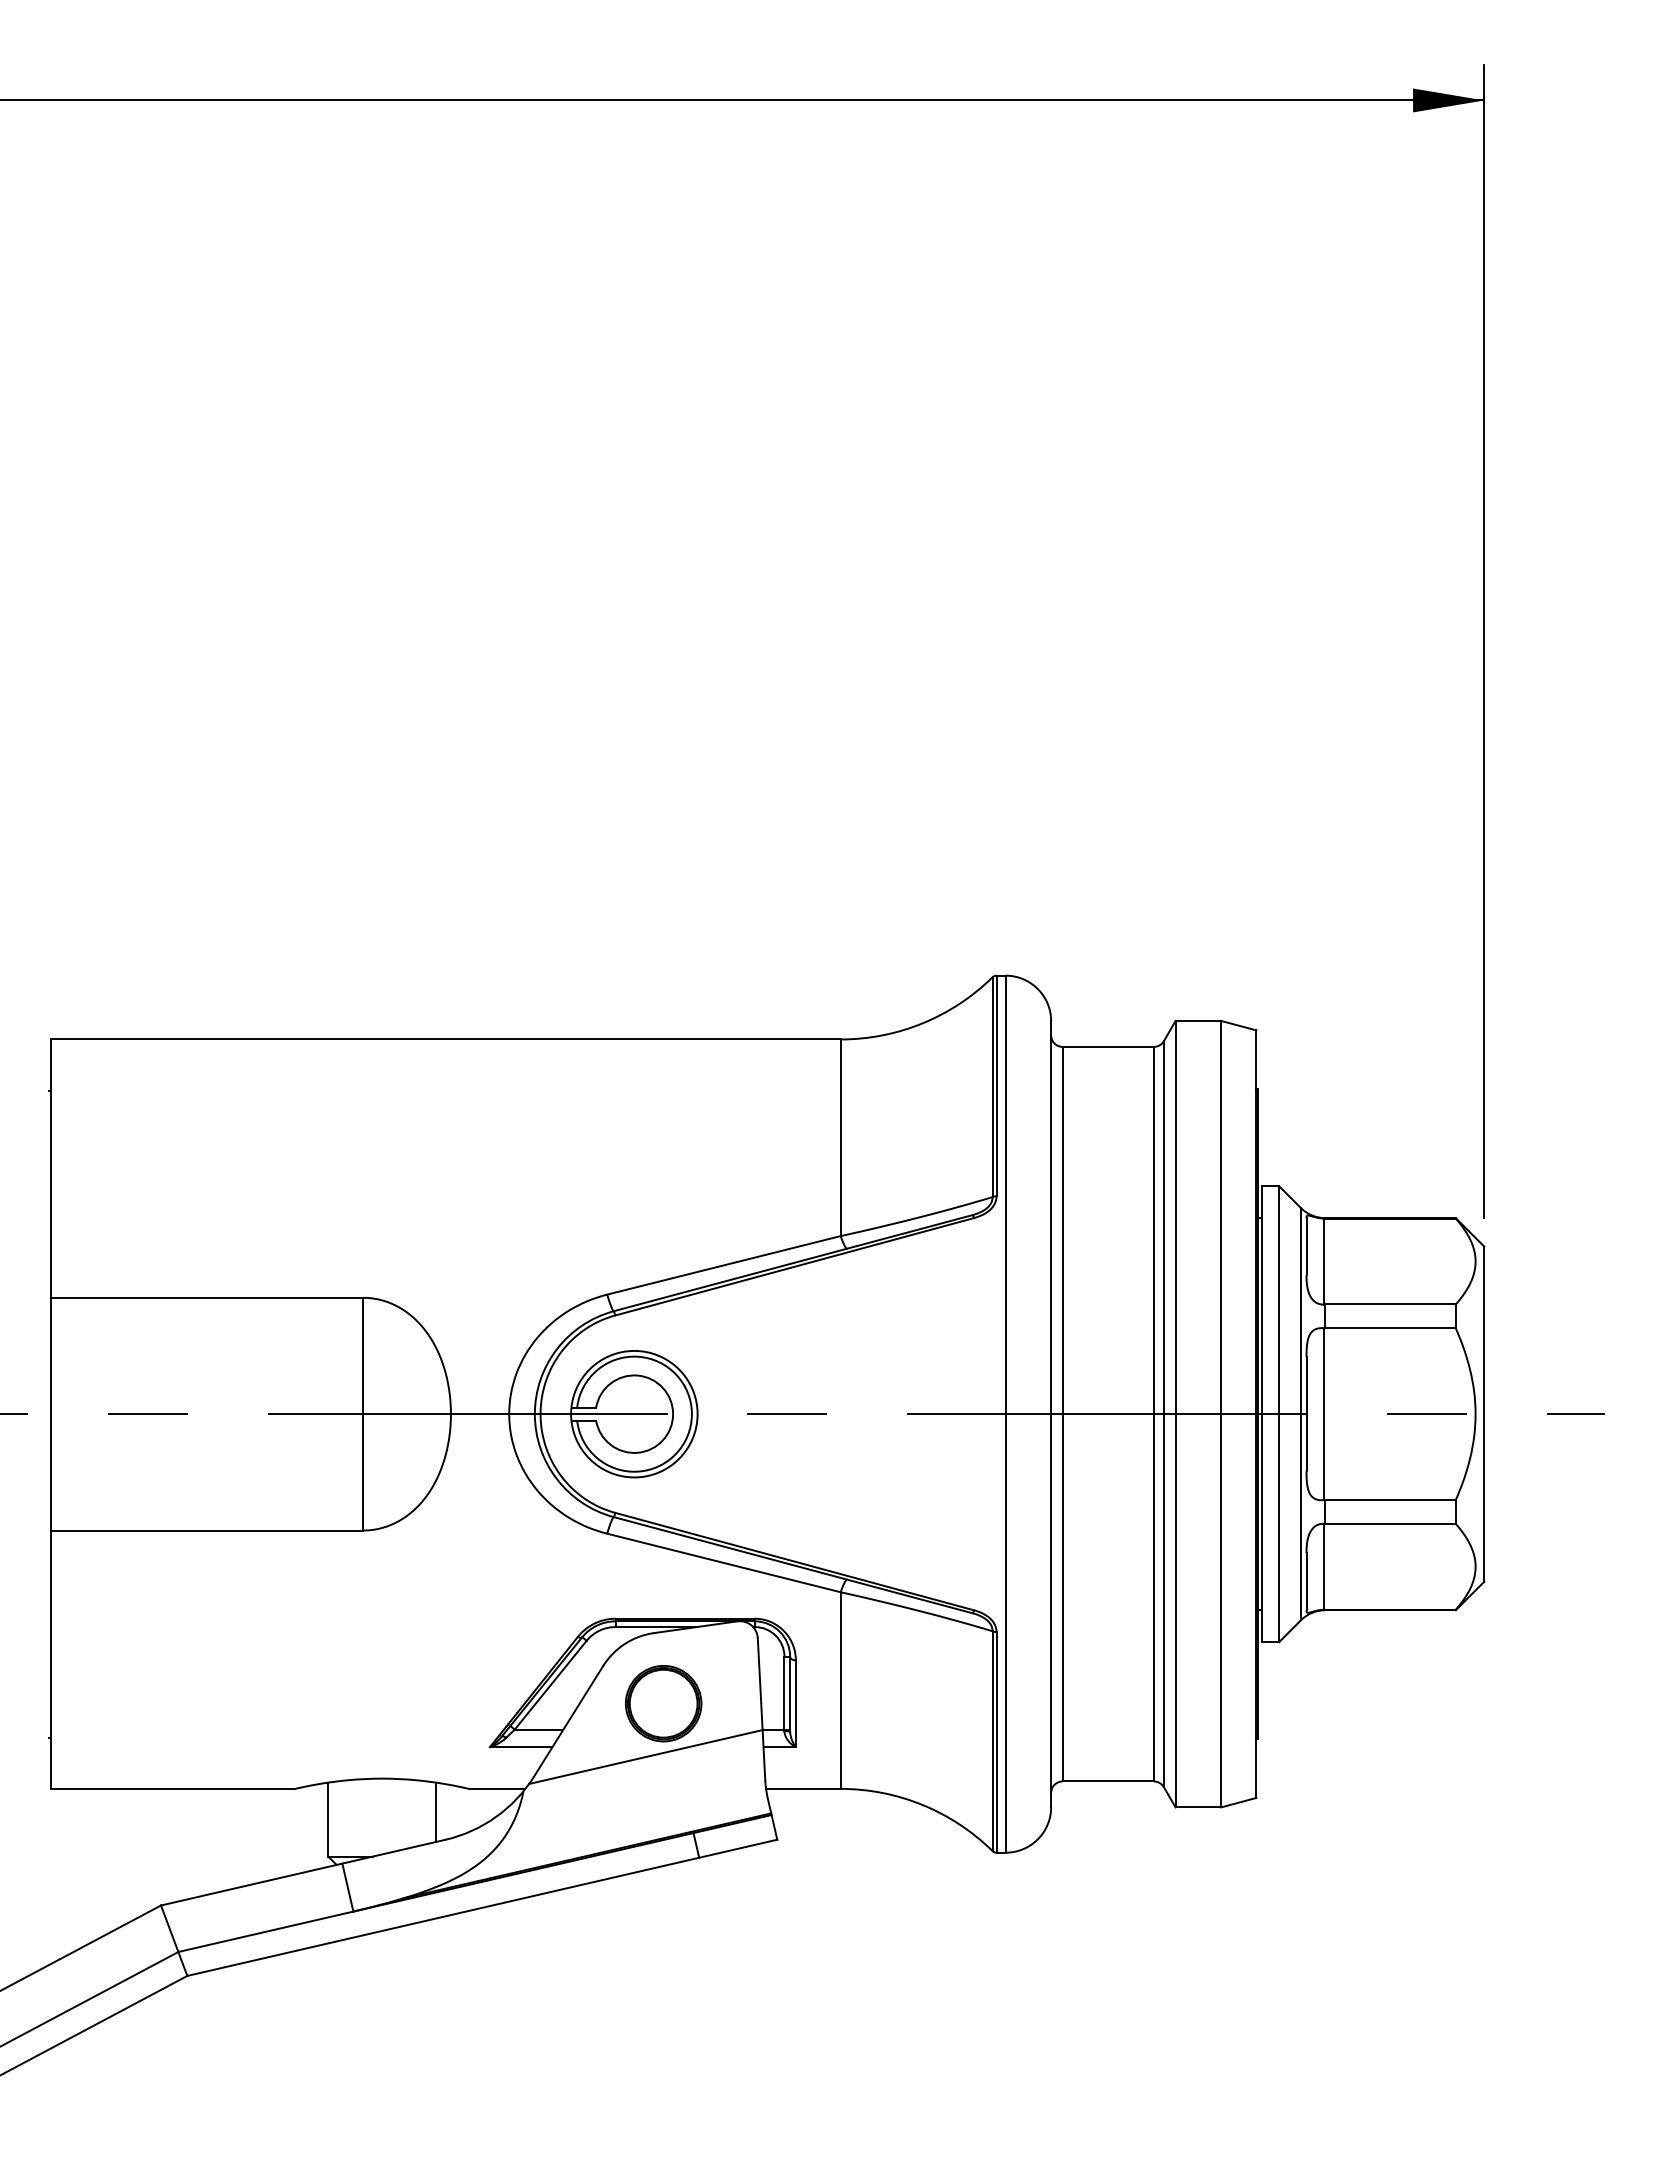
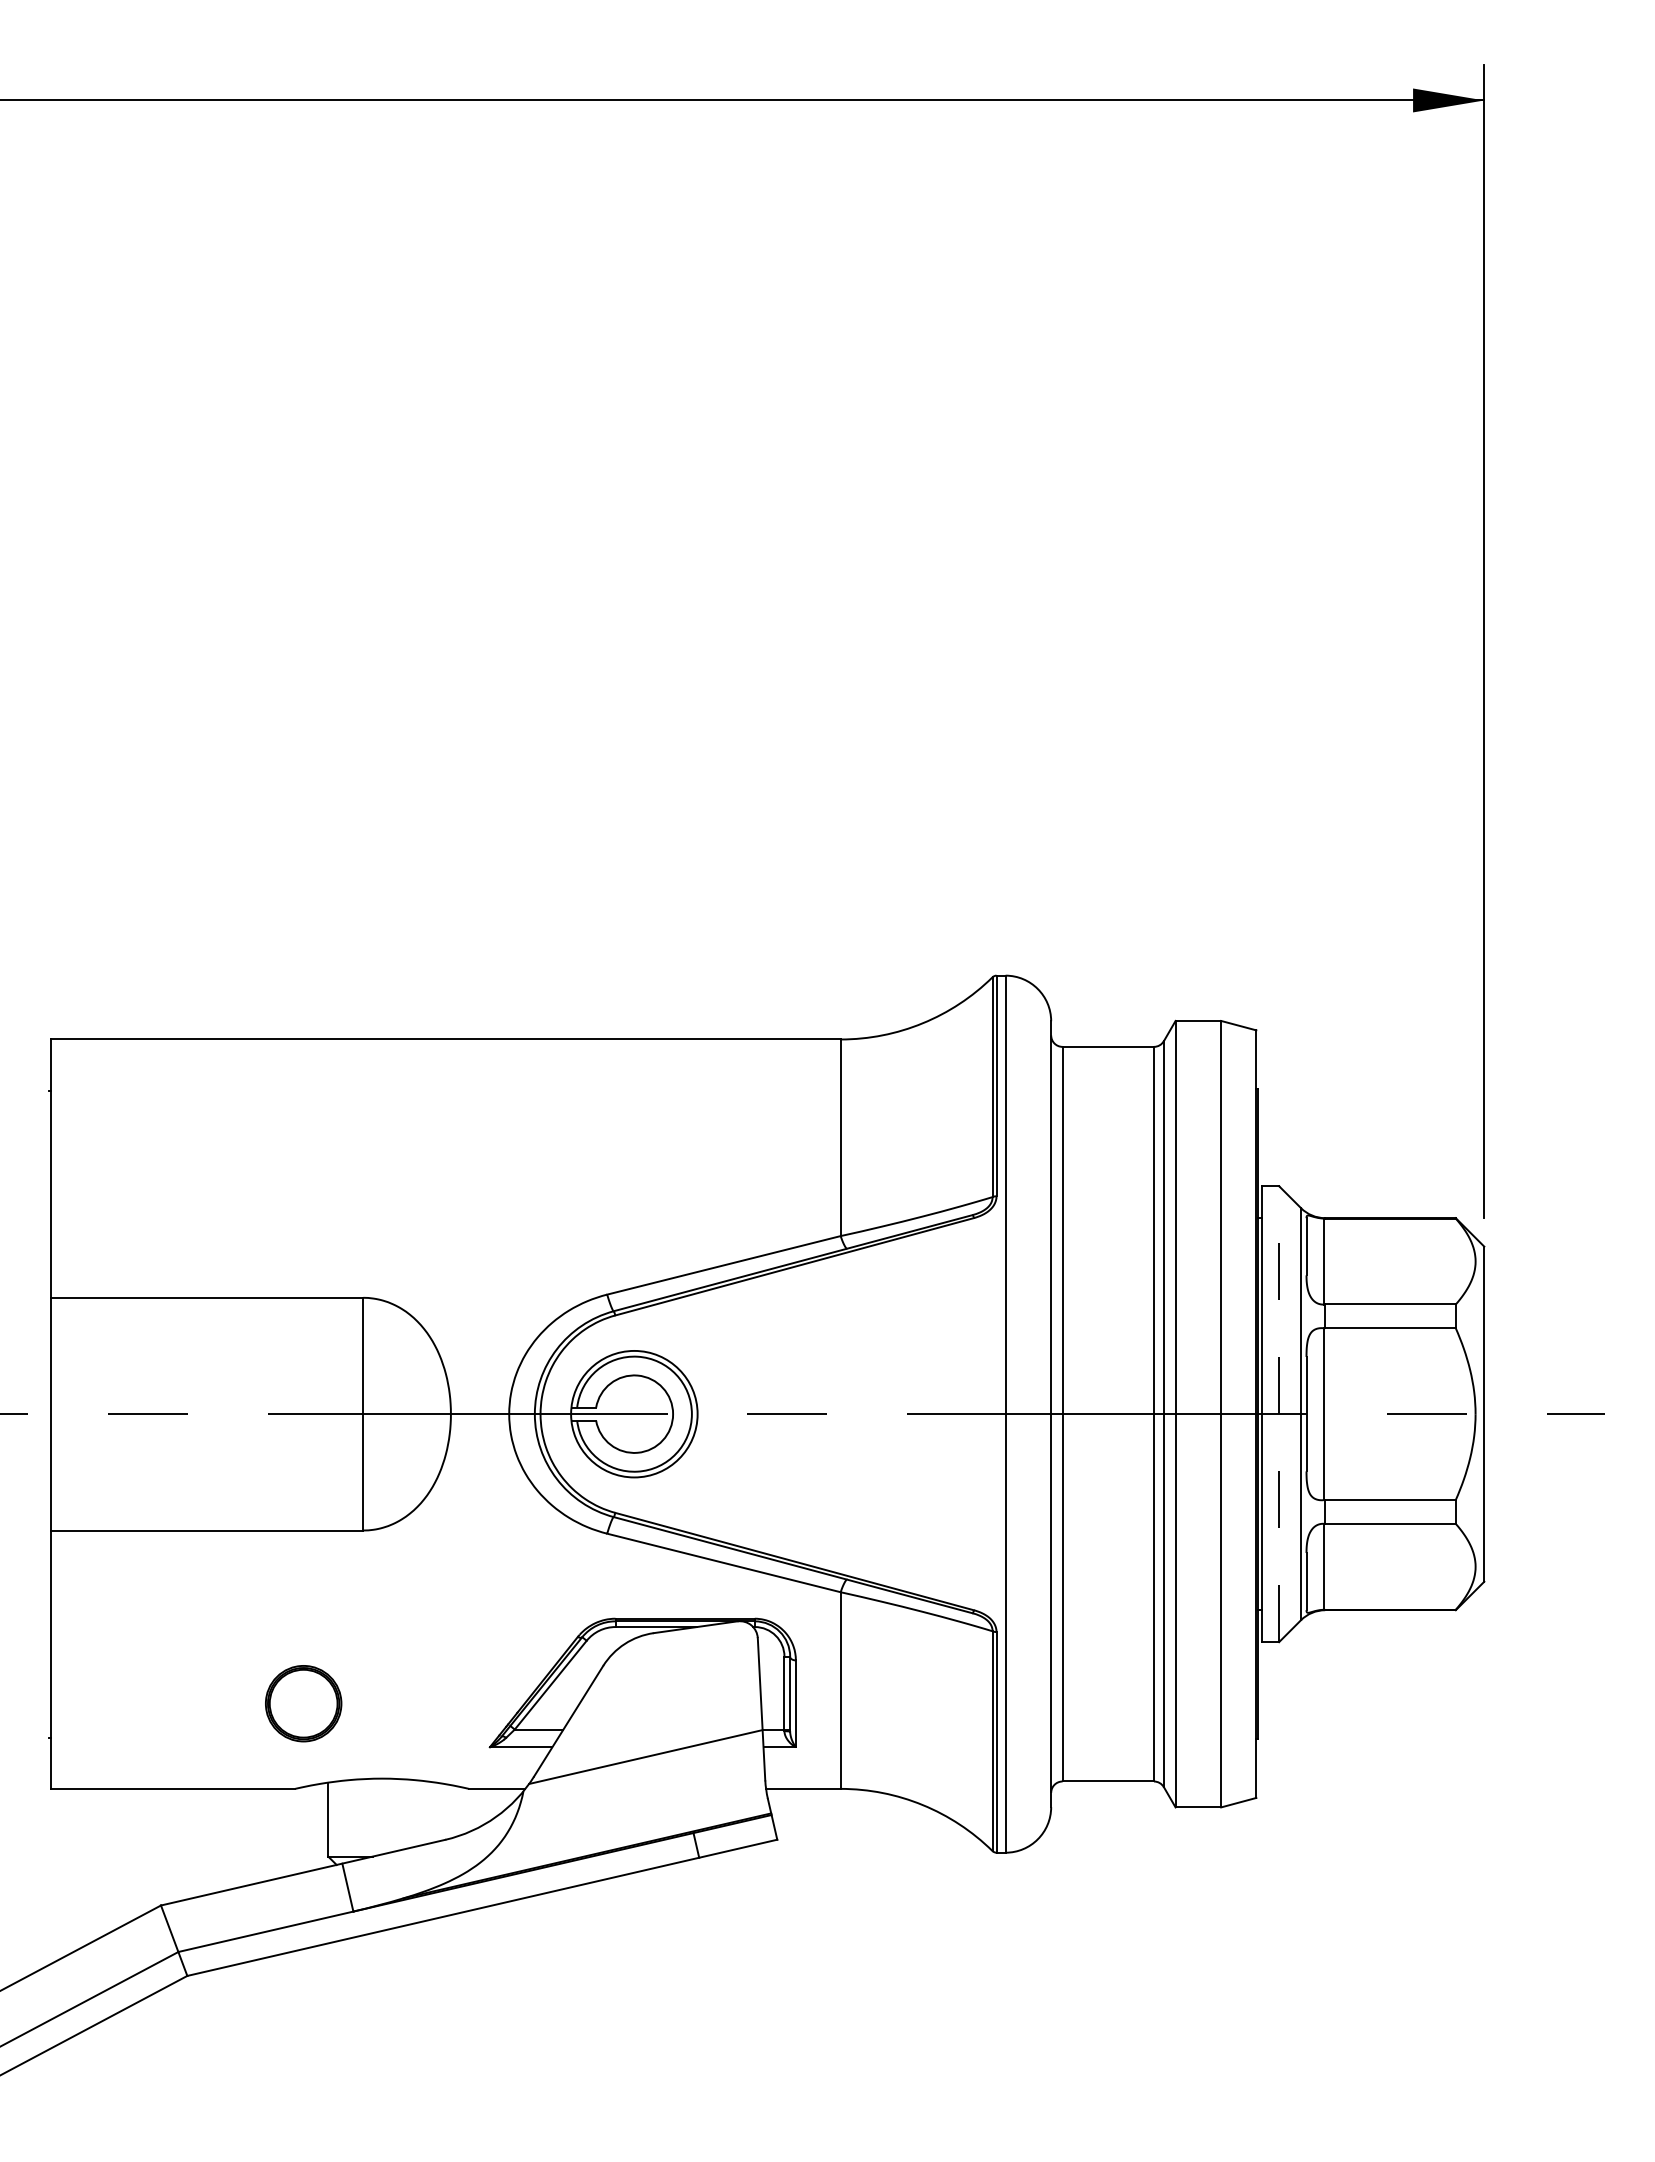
line at (1279, 1414): solid -> dashed
part at (663, 1703) position: (663, 1703) -> (303, 1703)
line at (435, 1812): present -> none
